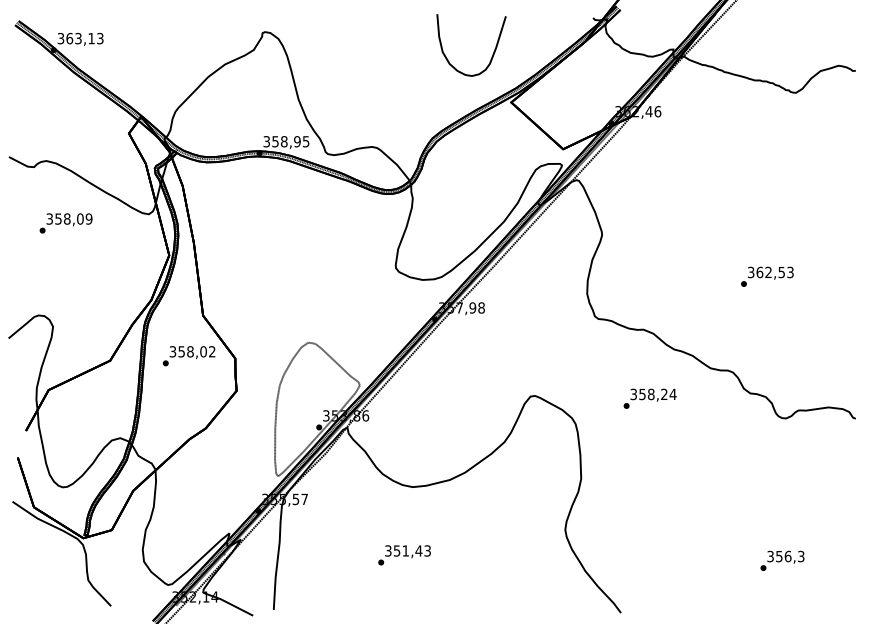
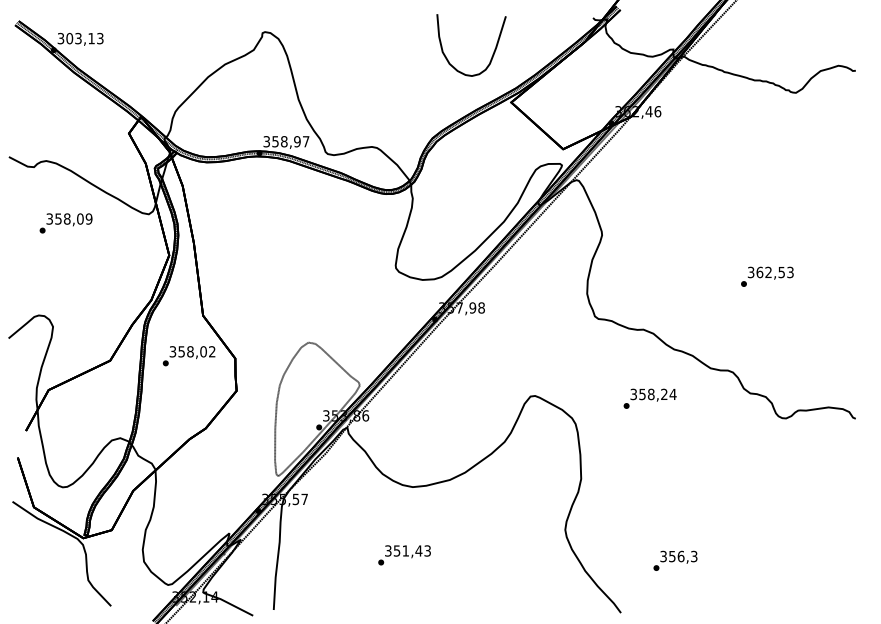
text at (69, 38): 363,13 -> 303,13
text at (305, 141): 358,95 -> 358,97
text at (782, 560) position: (782, 560) -> (675, 560)
